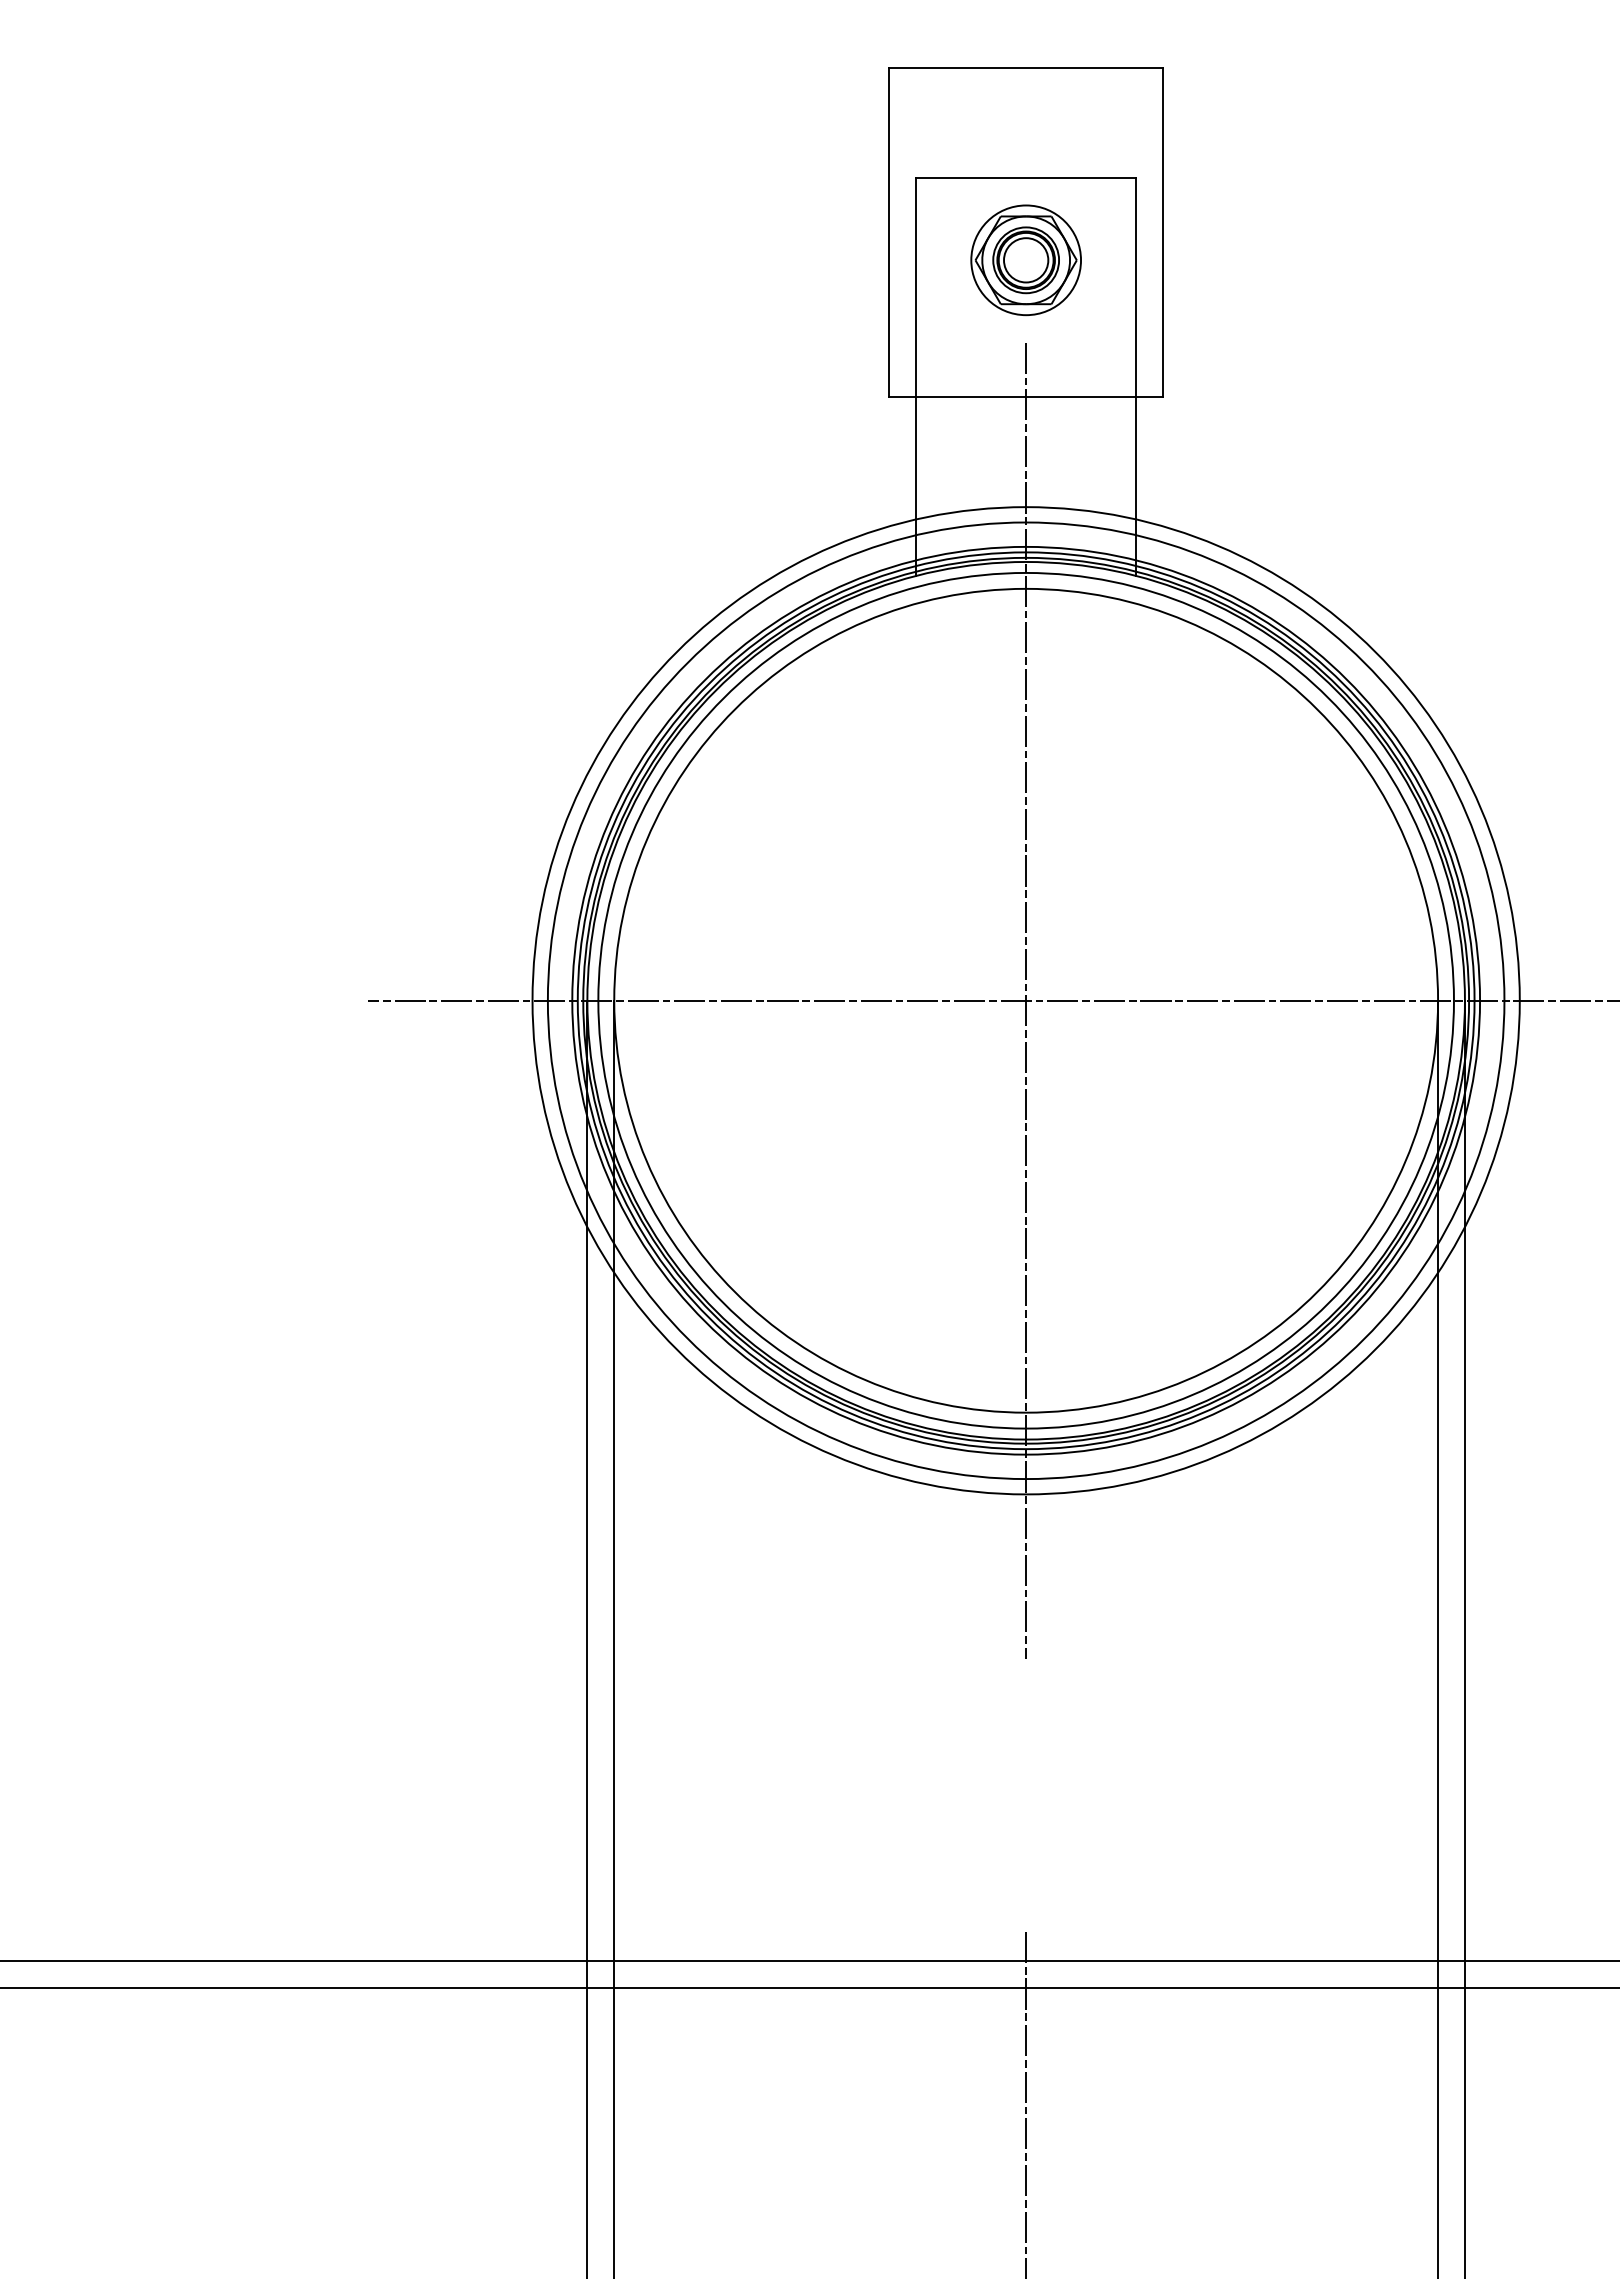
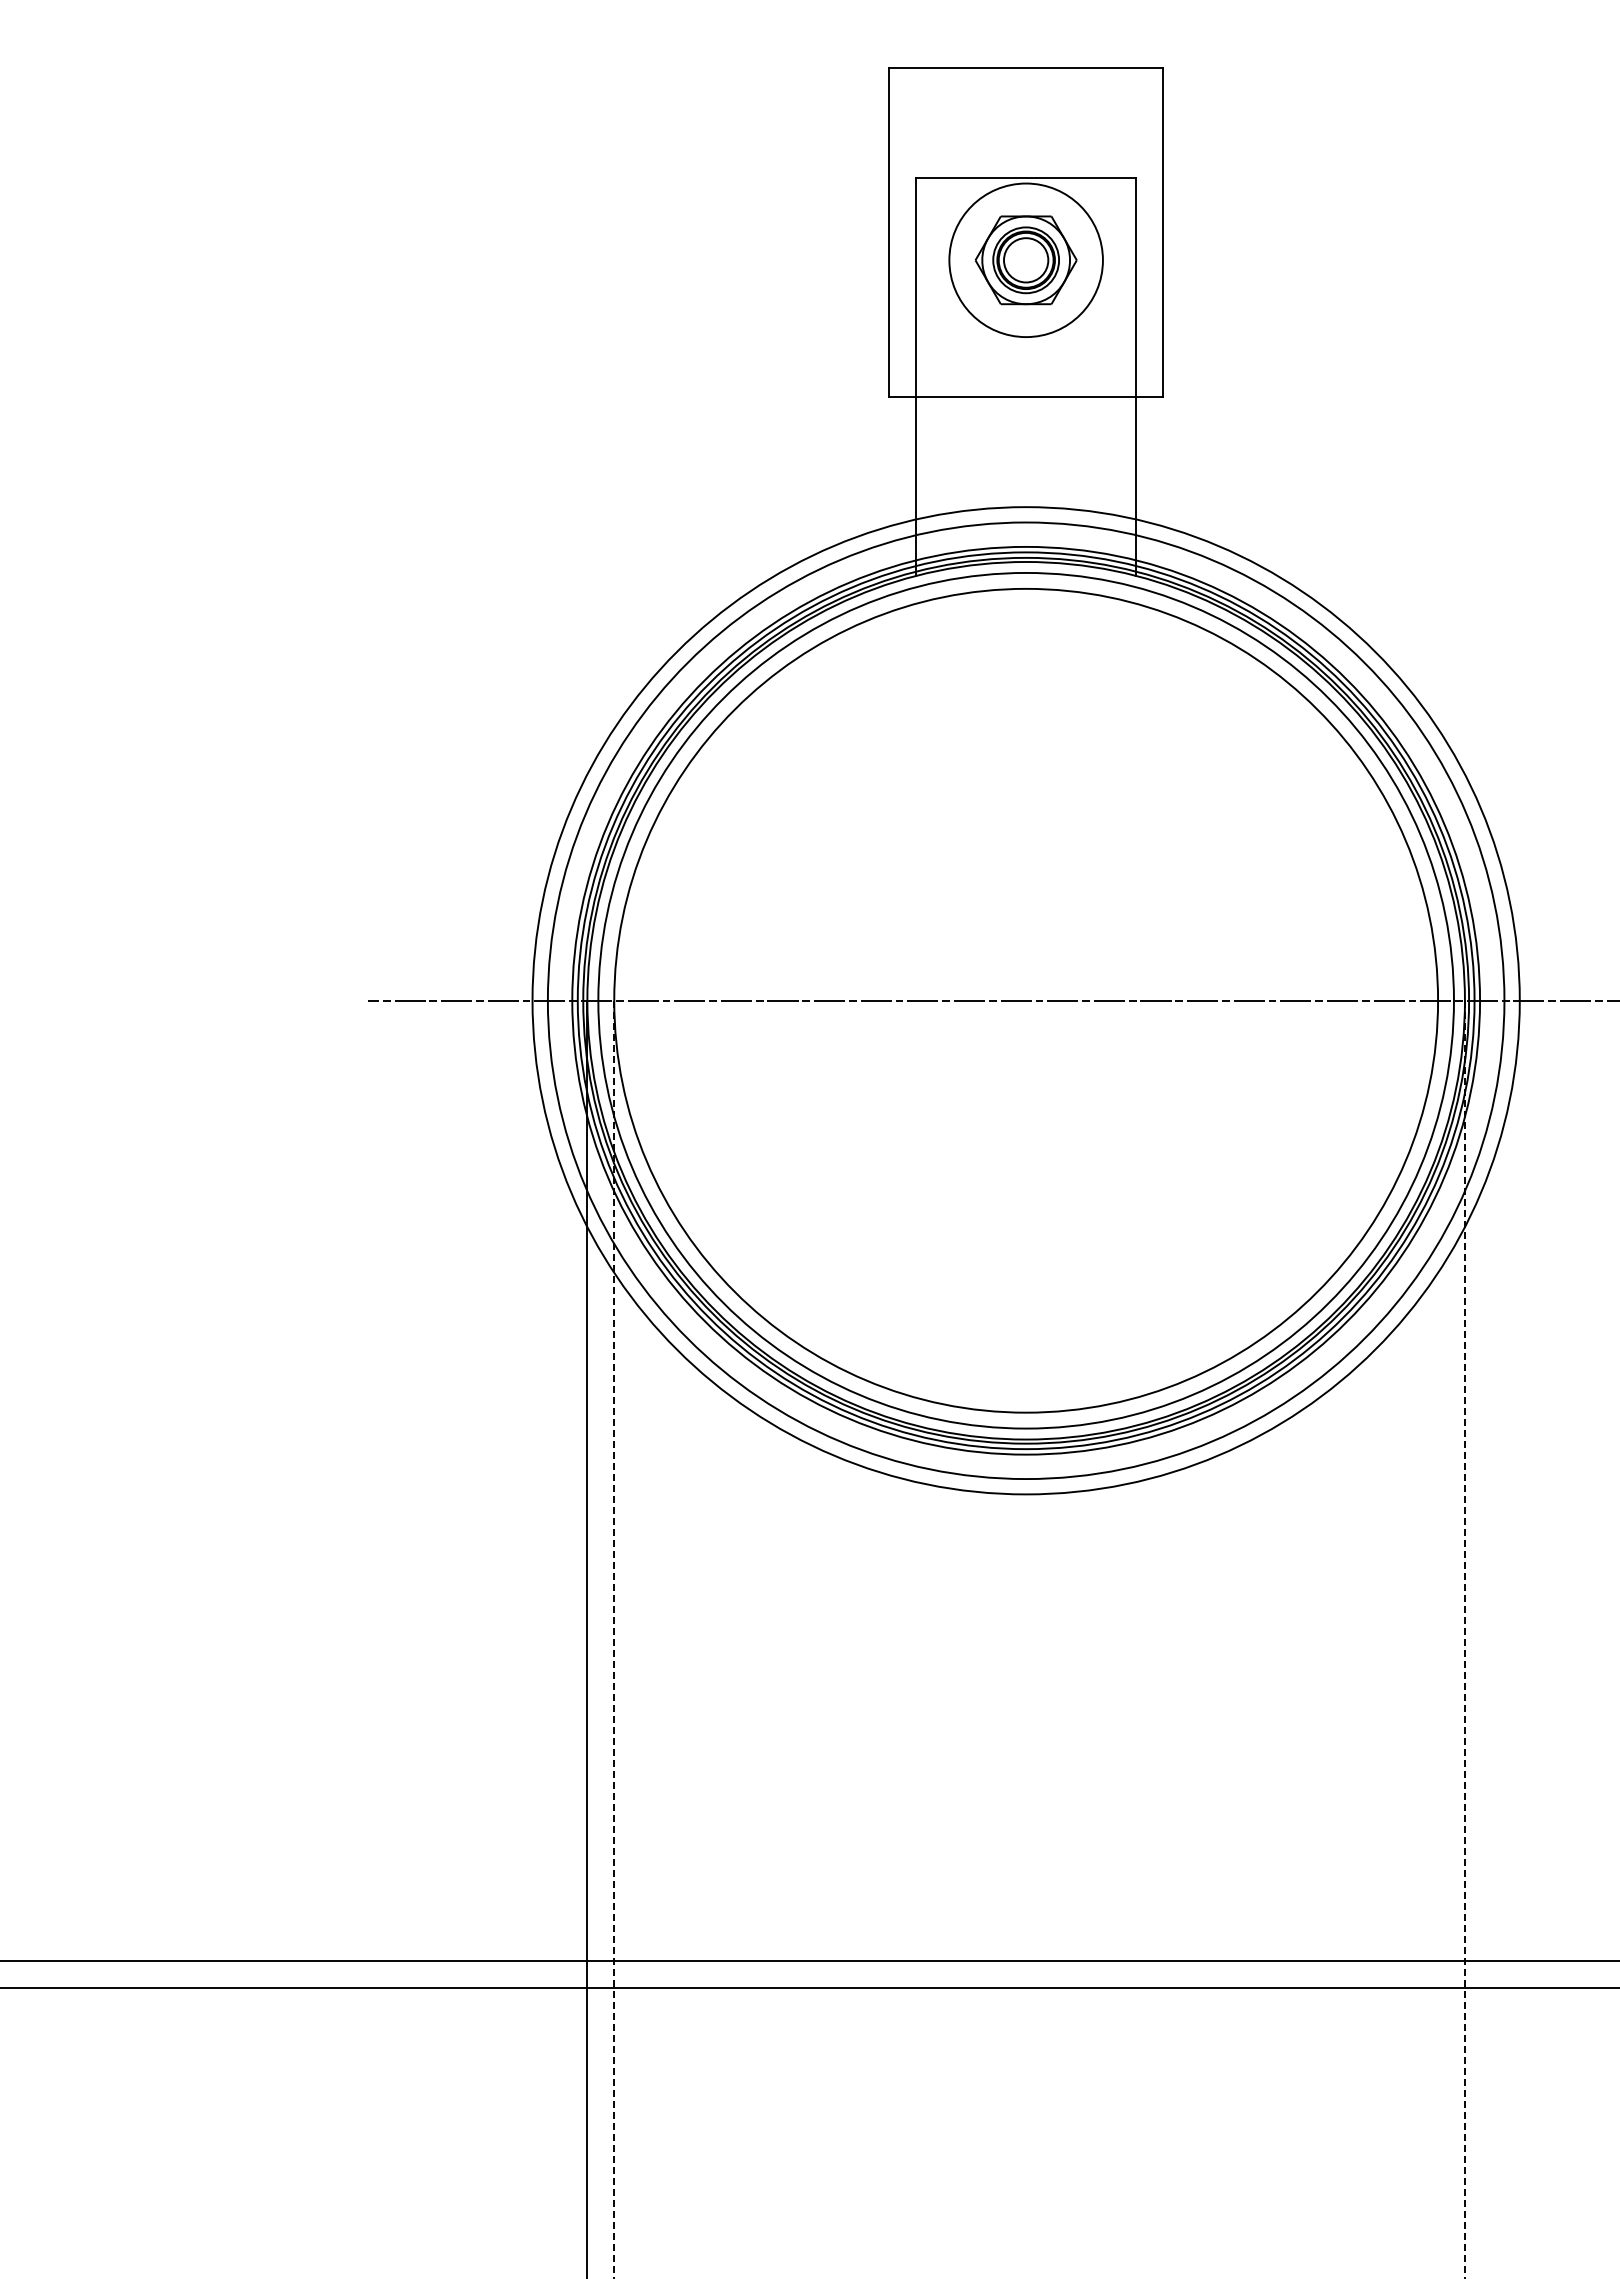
circle at (1026, 260) diameter: 110 px -> 154 px
line at (1026, 1000): present -> none
line at (1438, 1637): present -> none
line at (614, 1639): solid -> dashed
line at (1464, 1639): solid -> dashed
line at (1026, 2103): present -> none
